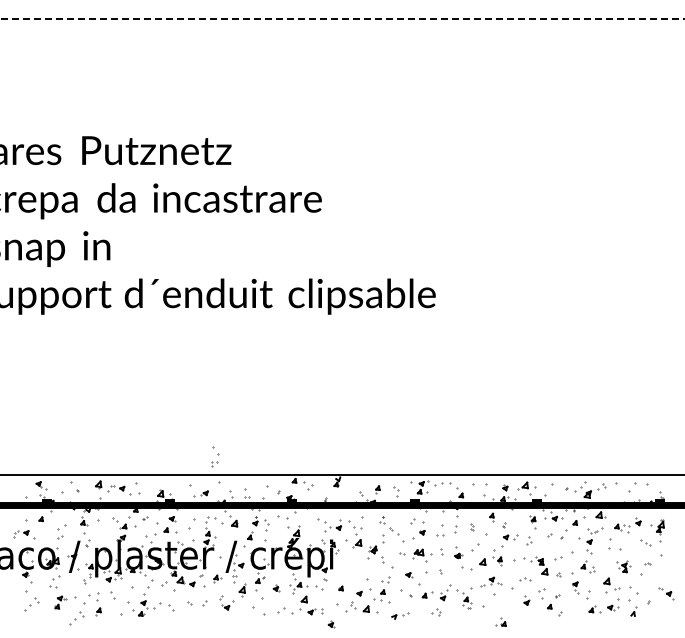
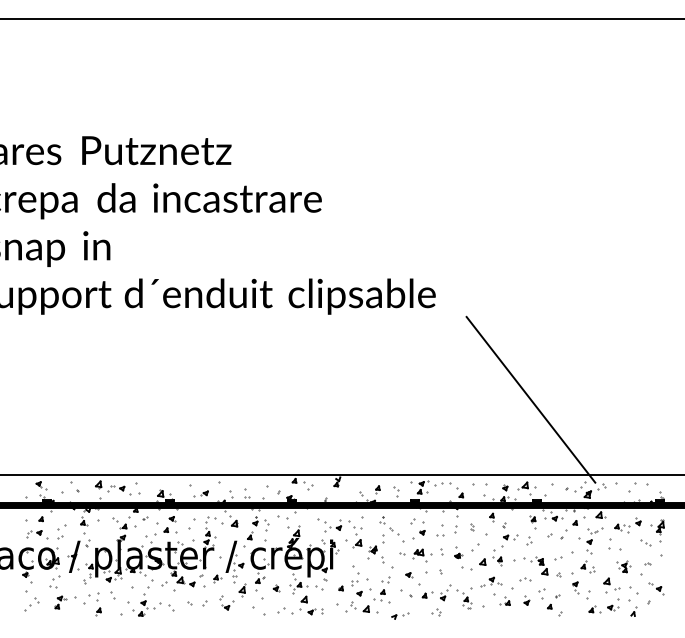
line at (342, 19): dashed -> solid
line at (530, 399): none -> present
part at (215, 456) position: (215, 456) -> (355, 575)
part at (24, 534) position: (24, 534) -> (37, 534)
part at (666, 593) position: (666, 593) -> (656, 588)
part at (76, 618): present -> none
part at (500, 621) position: (500, 621) -> (504, 600)
part at (331, 624): present -> none
